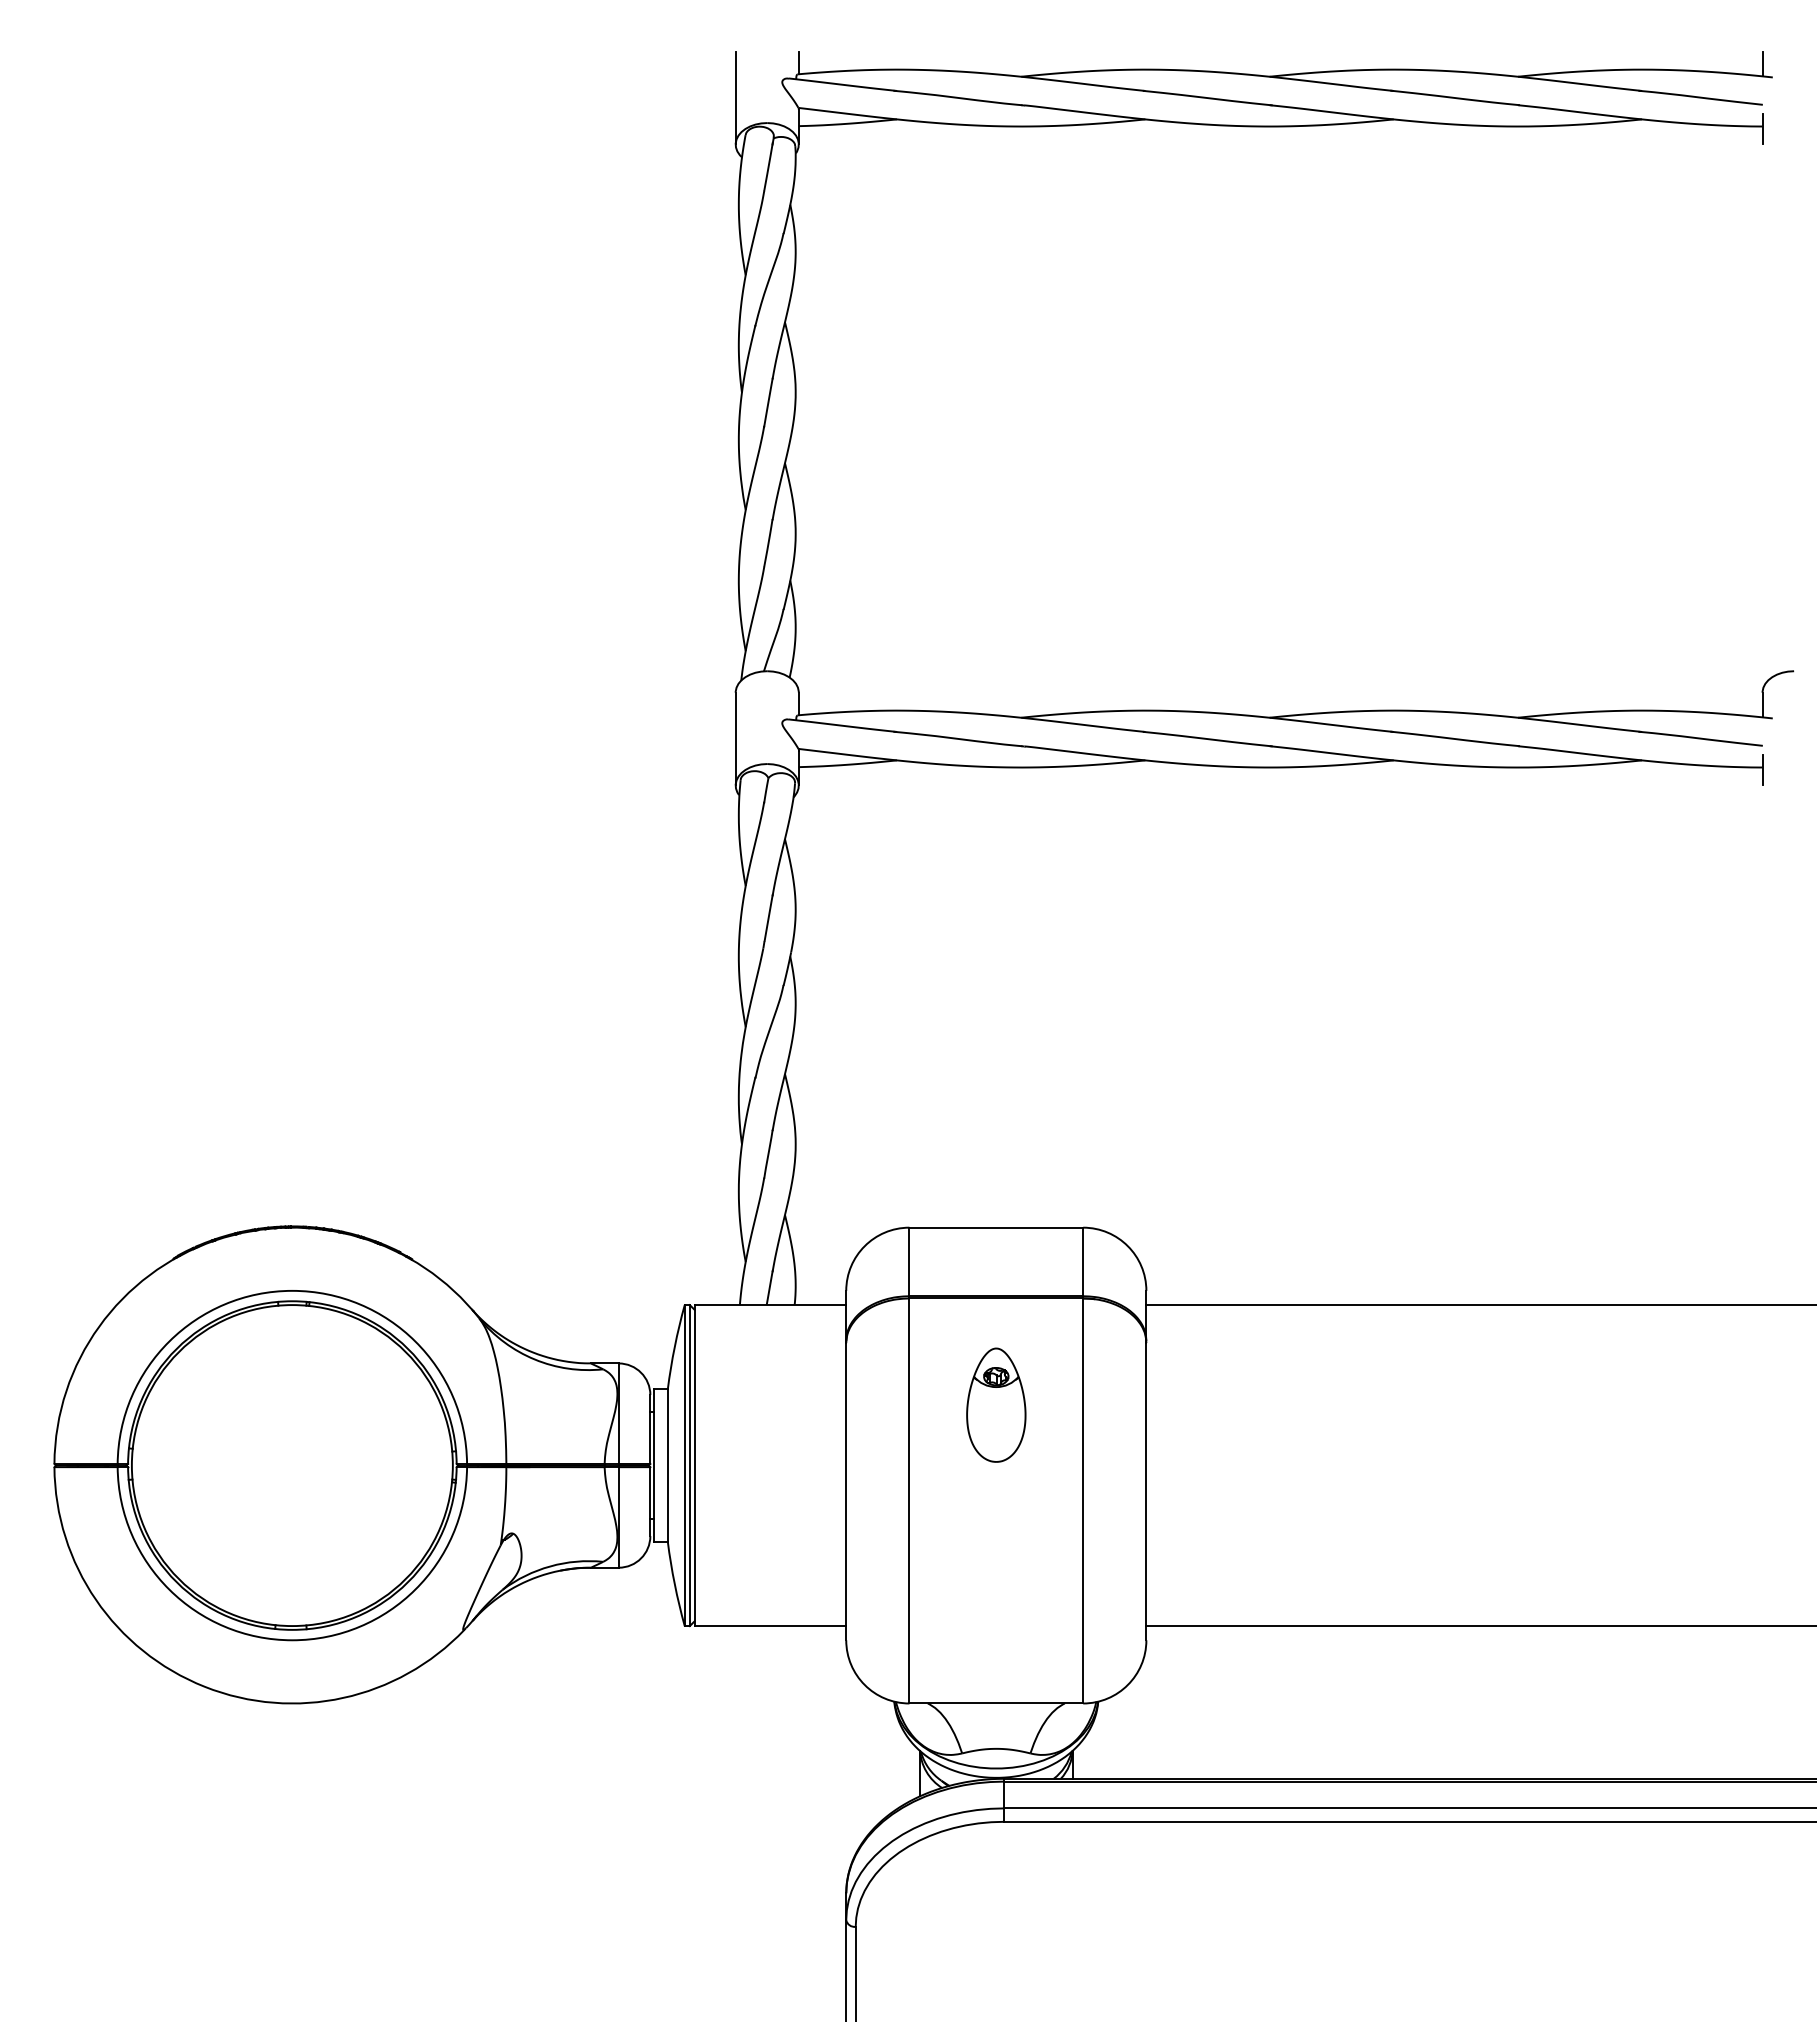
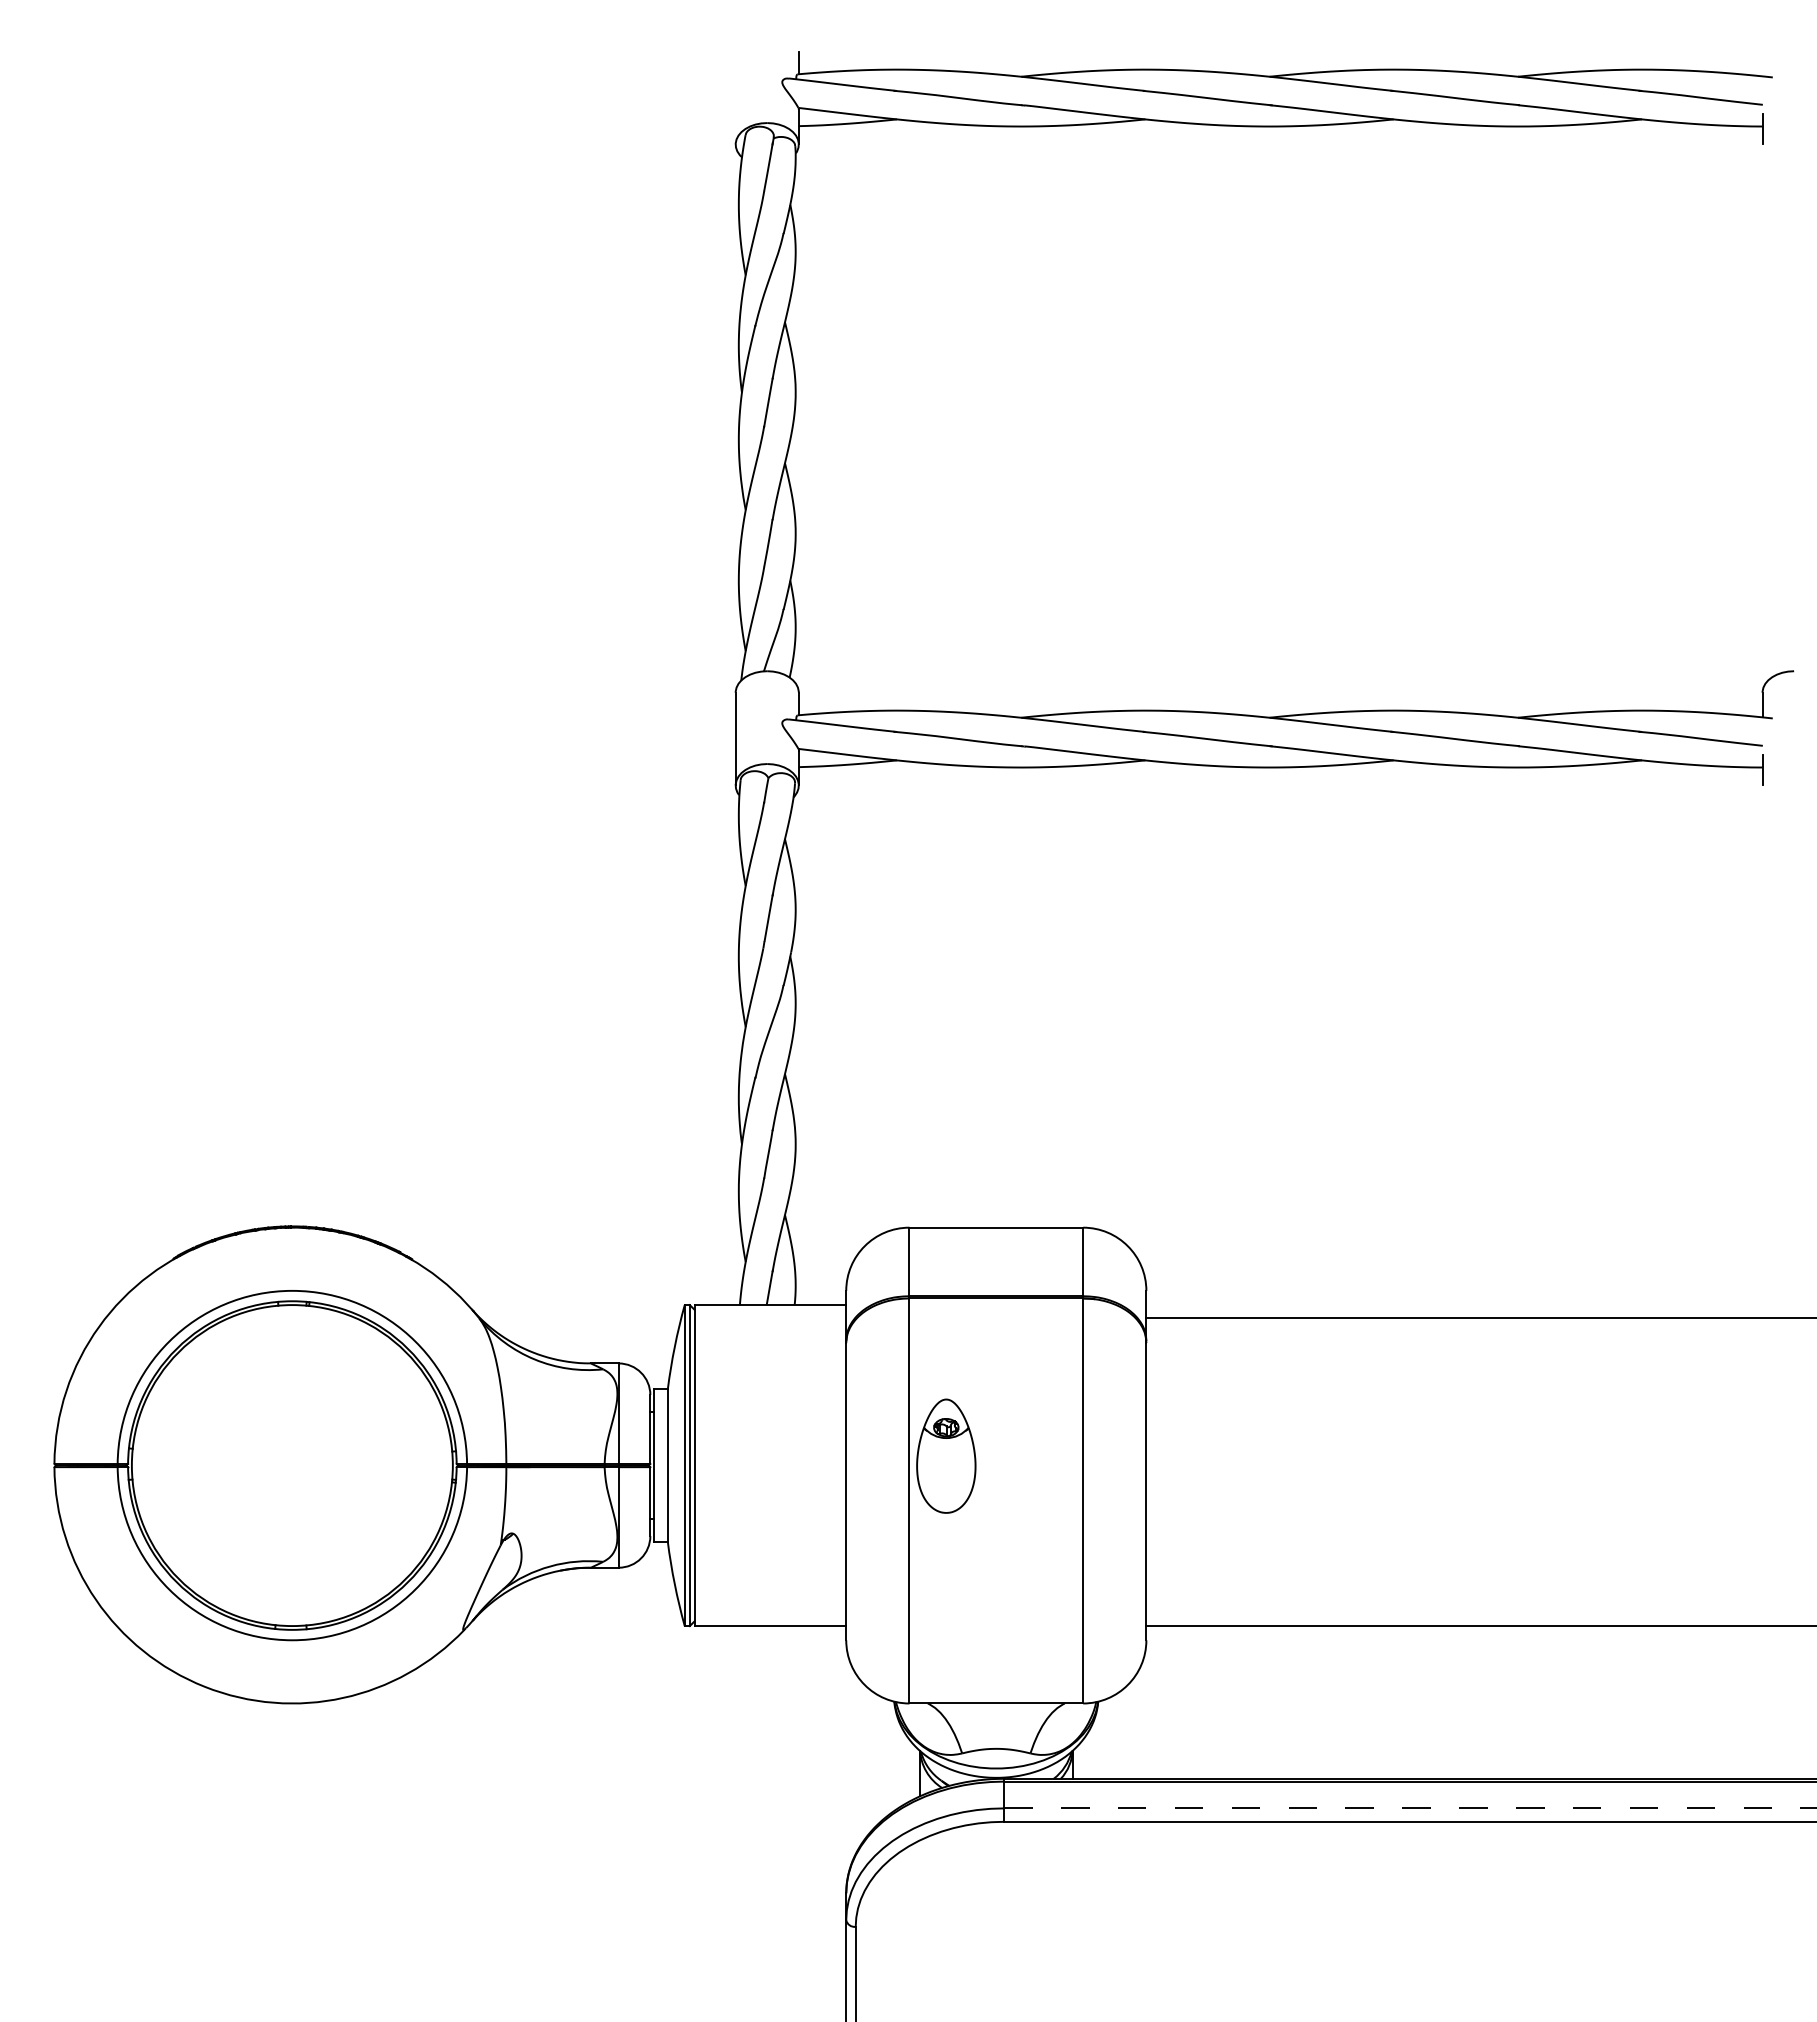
line at (1762, 63): present -> none
line at (735, 97): present -> none
line at (1479, 1305) position: (1479, 1305) -> (1479, 1318)
part at (996, 1404) position: (996, 1404) -> (946, 1455)
line at (1410, 1808): solid -> dashed
